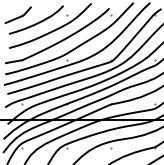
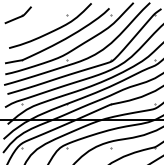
curve at (37, 22): present -> none
